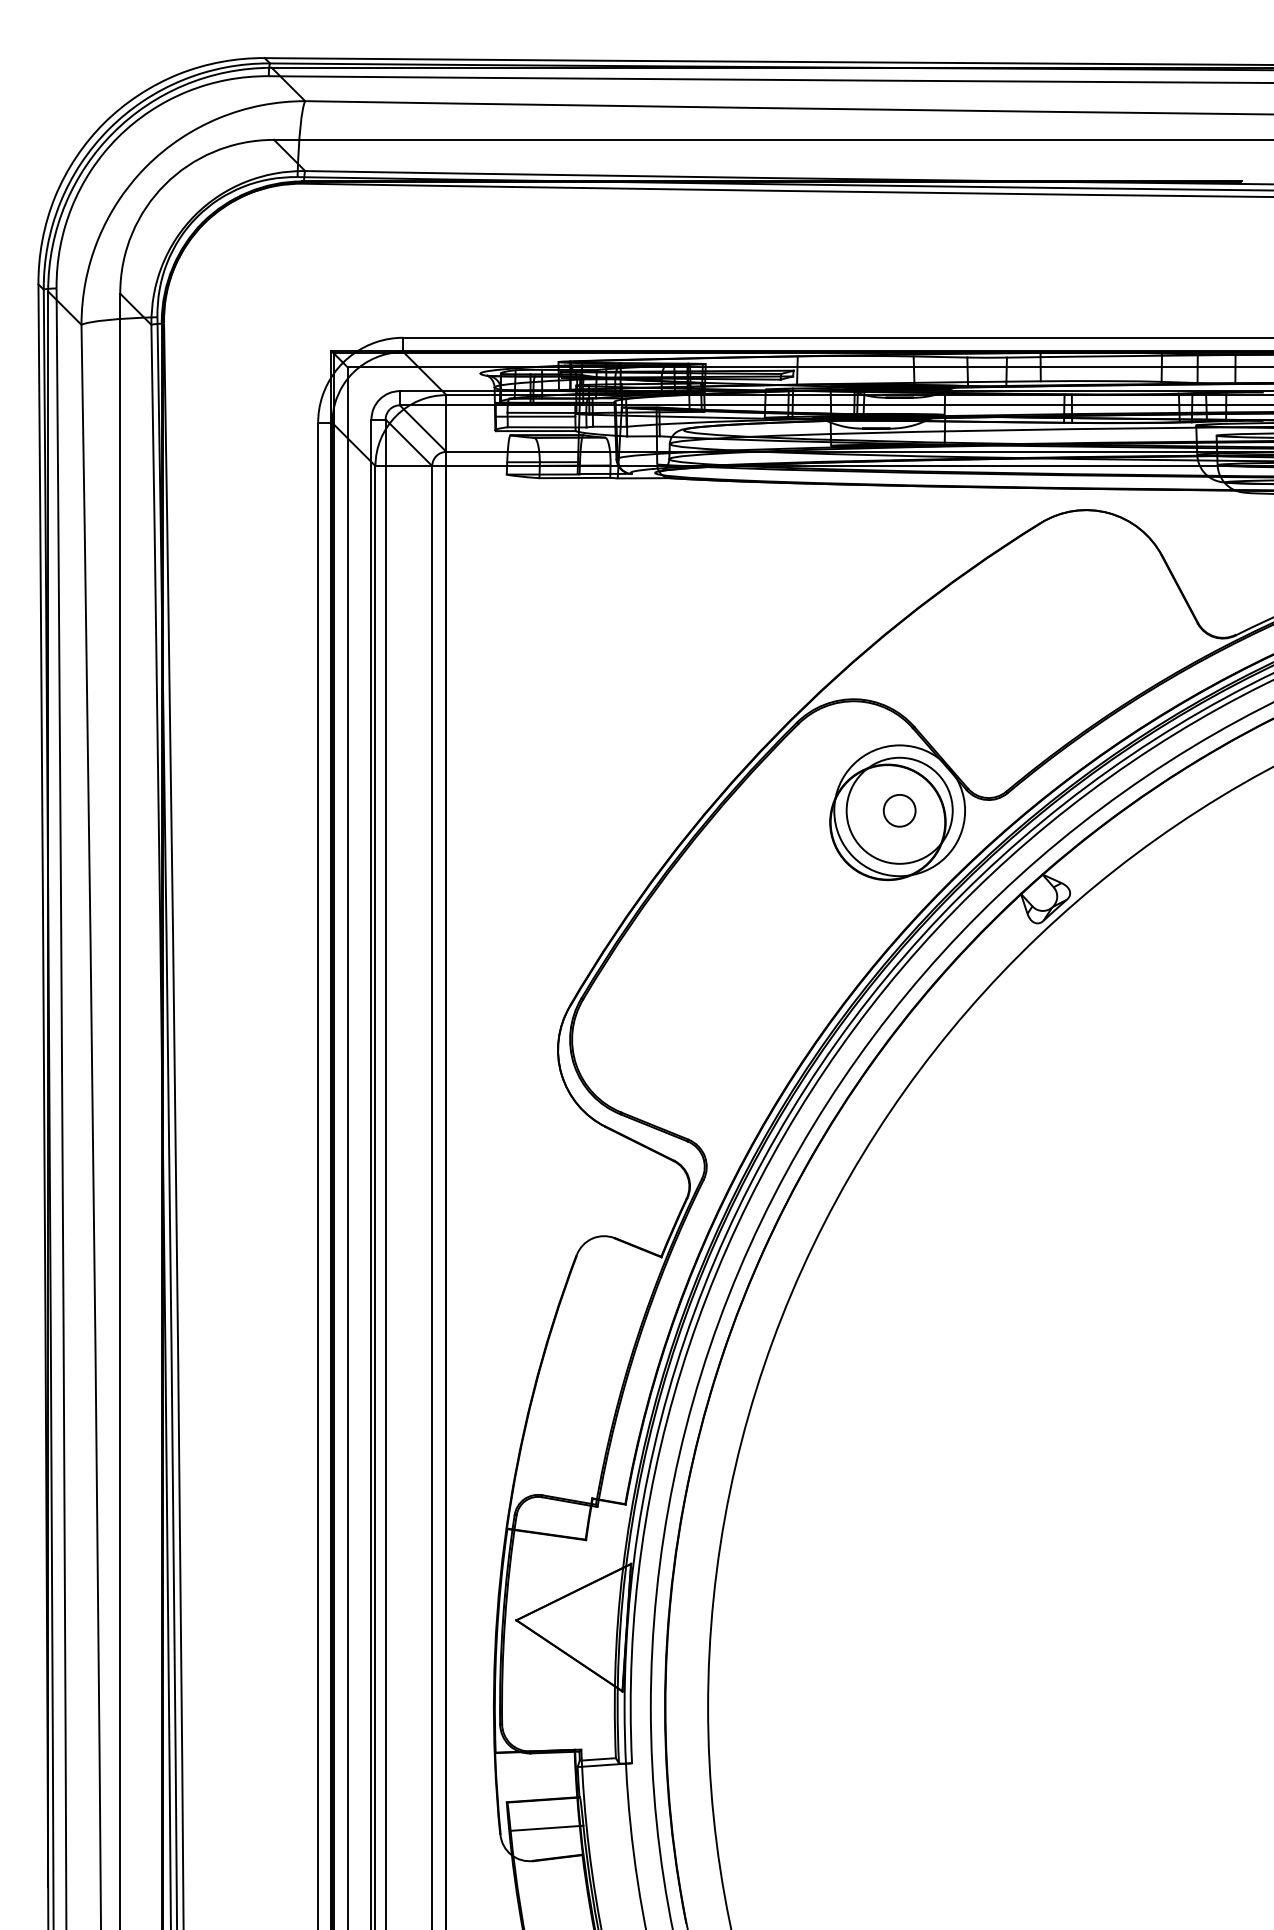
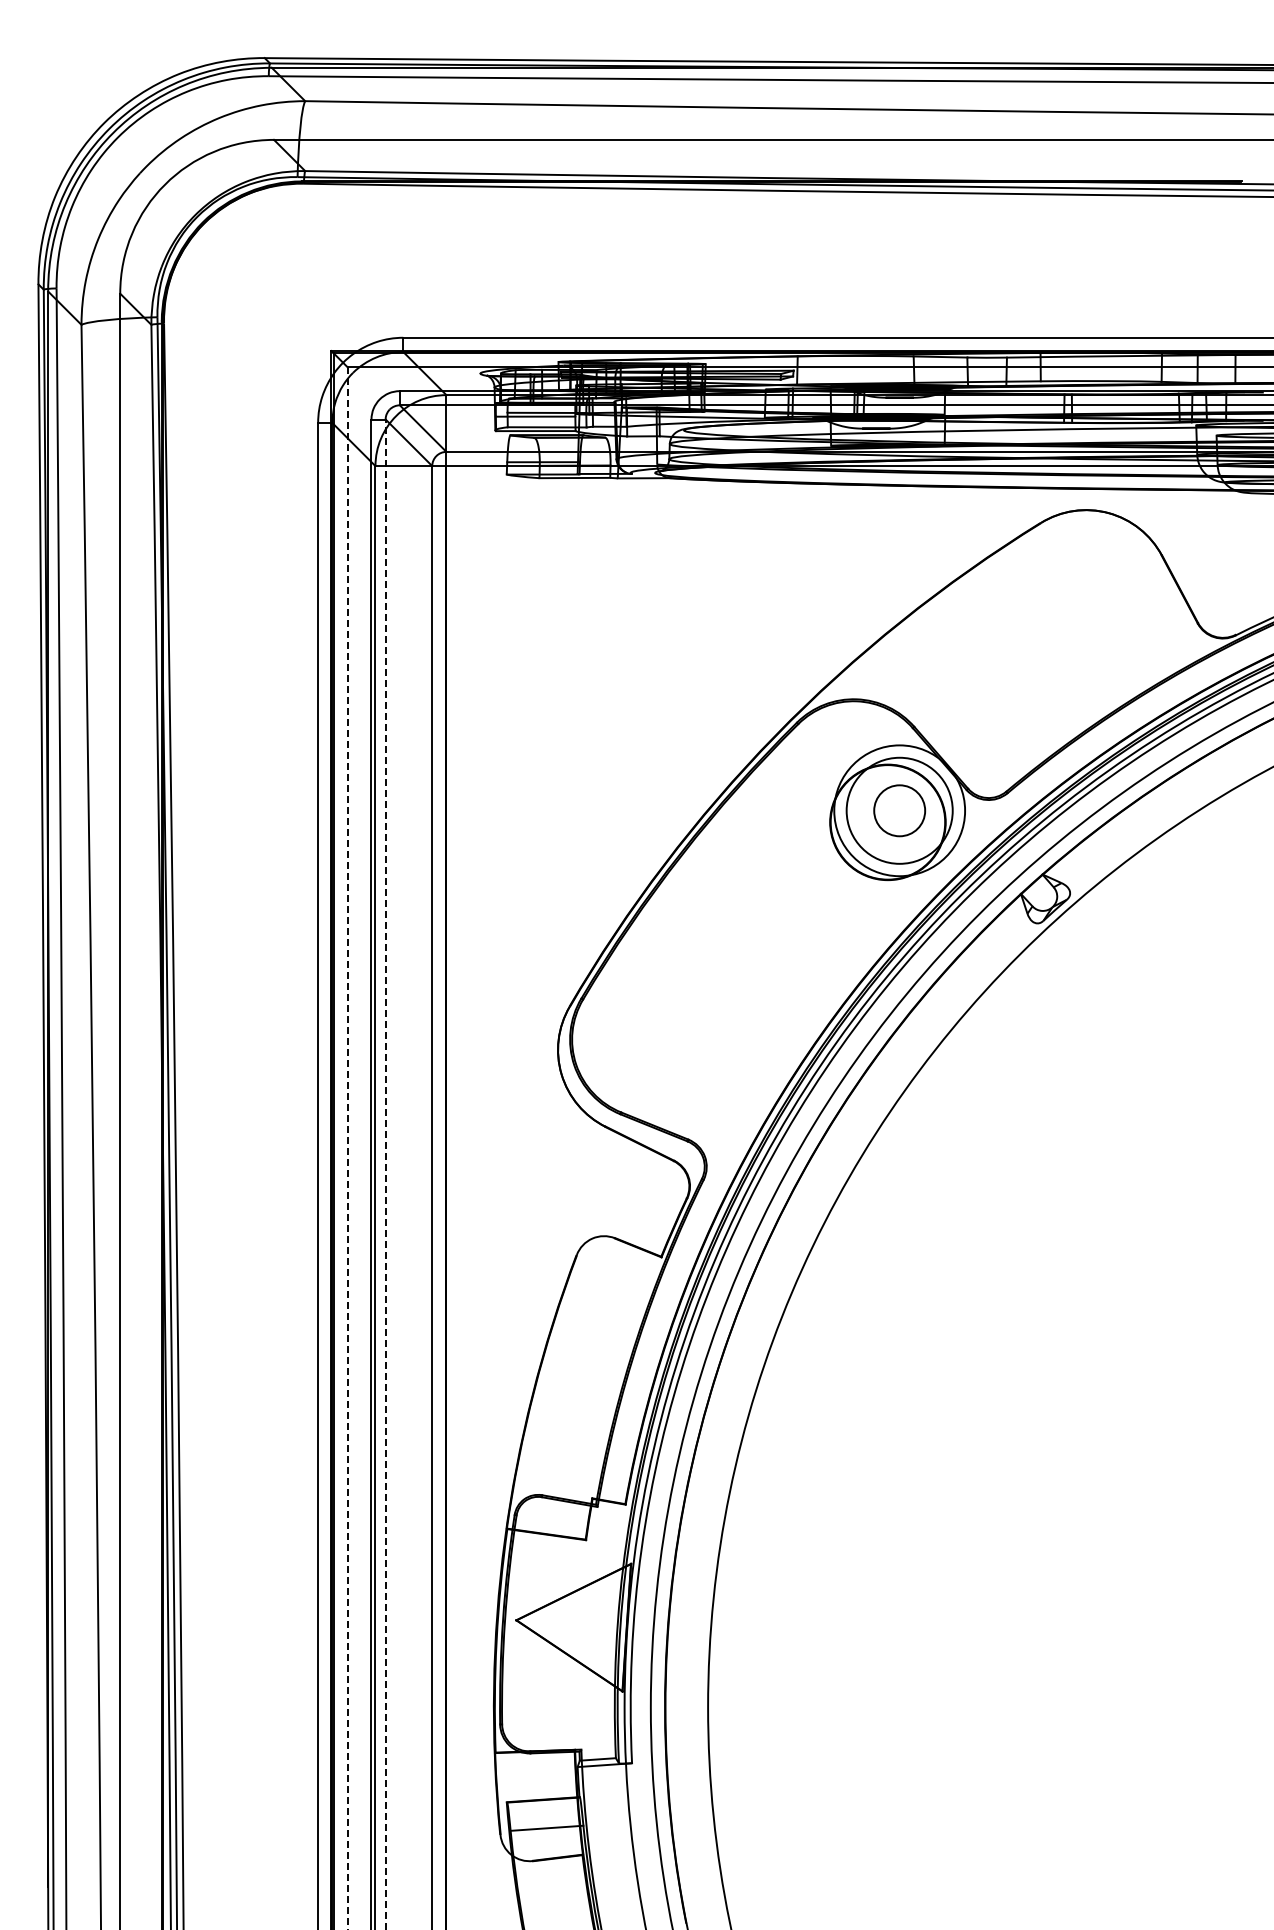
circle at (899, 810) diameter: 32 px -> 51 px
line at (347, 1148): solid -> dashed
line at (385, 1174): solid -> dashed
